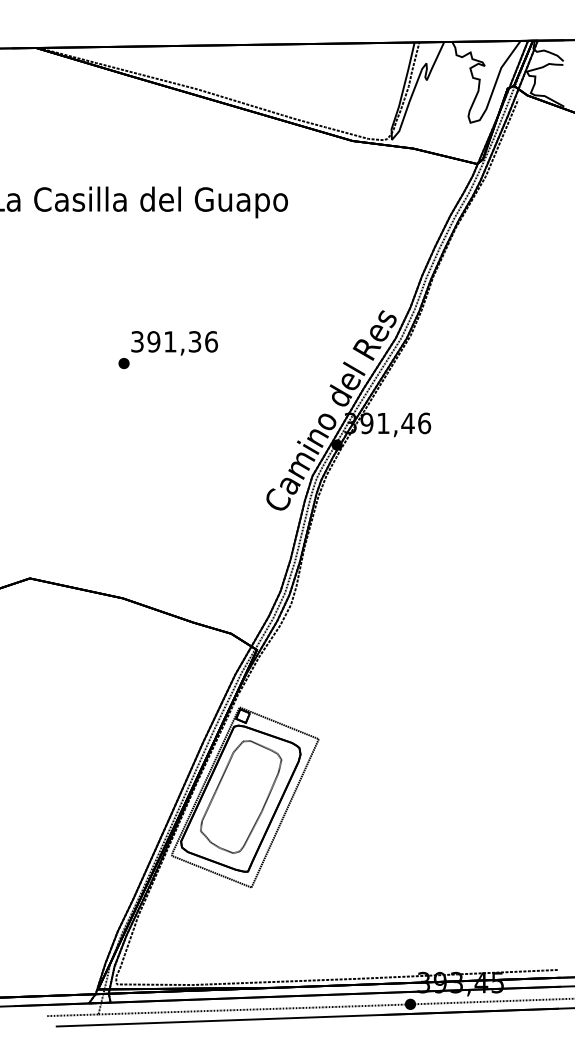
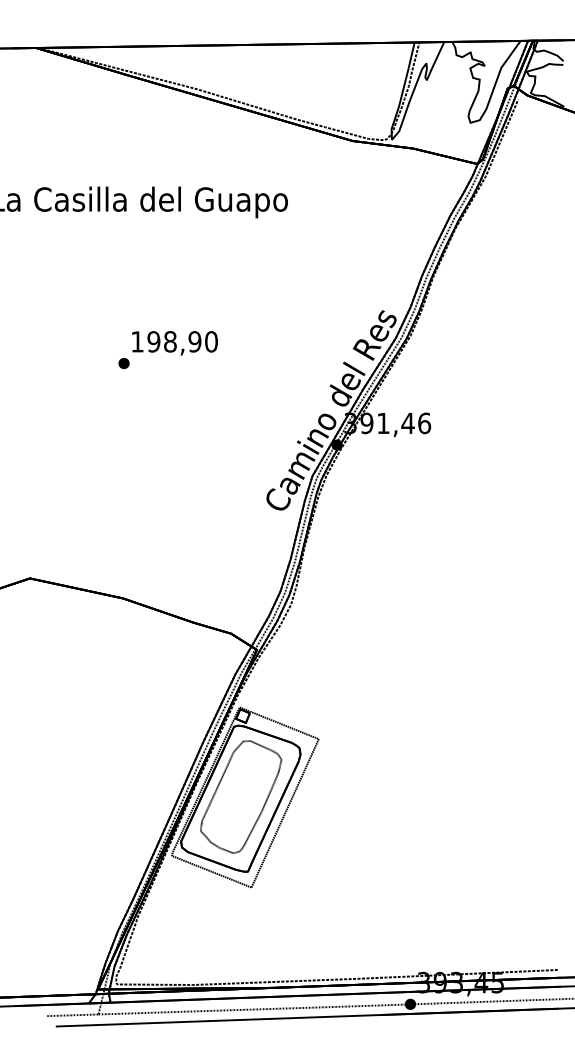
text at (174, 341): 391,36 -> 198,90
